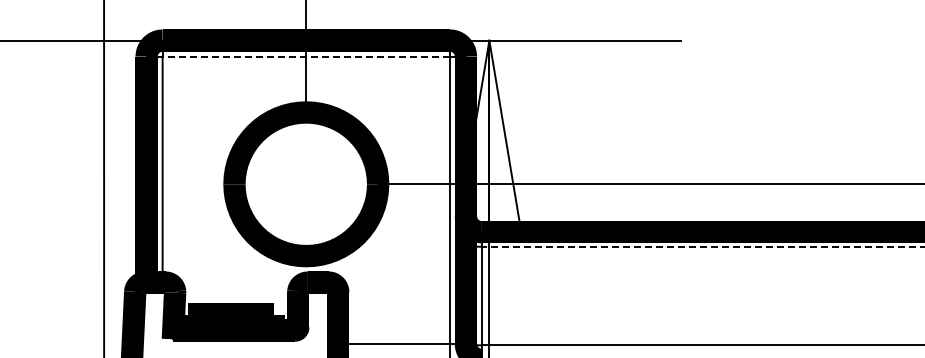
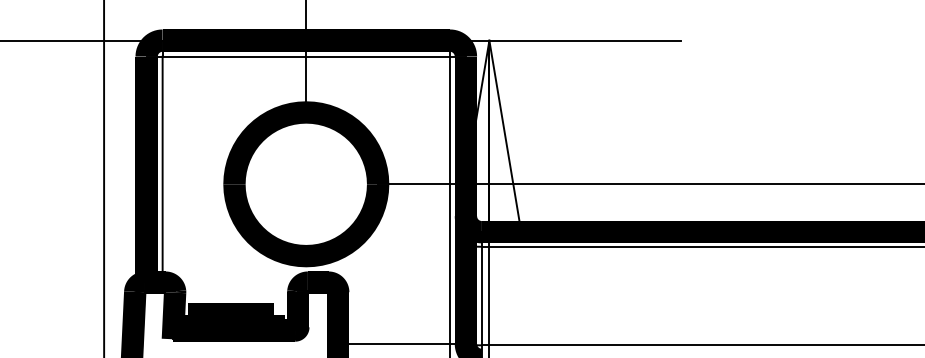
line at (306, 56): dashed -> solid
line at (702, 246): dashed -> solid
